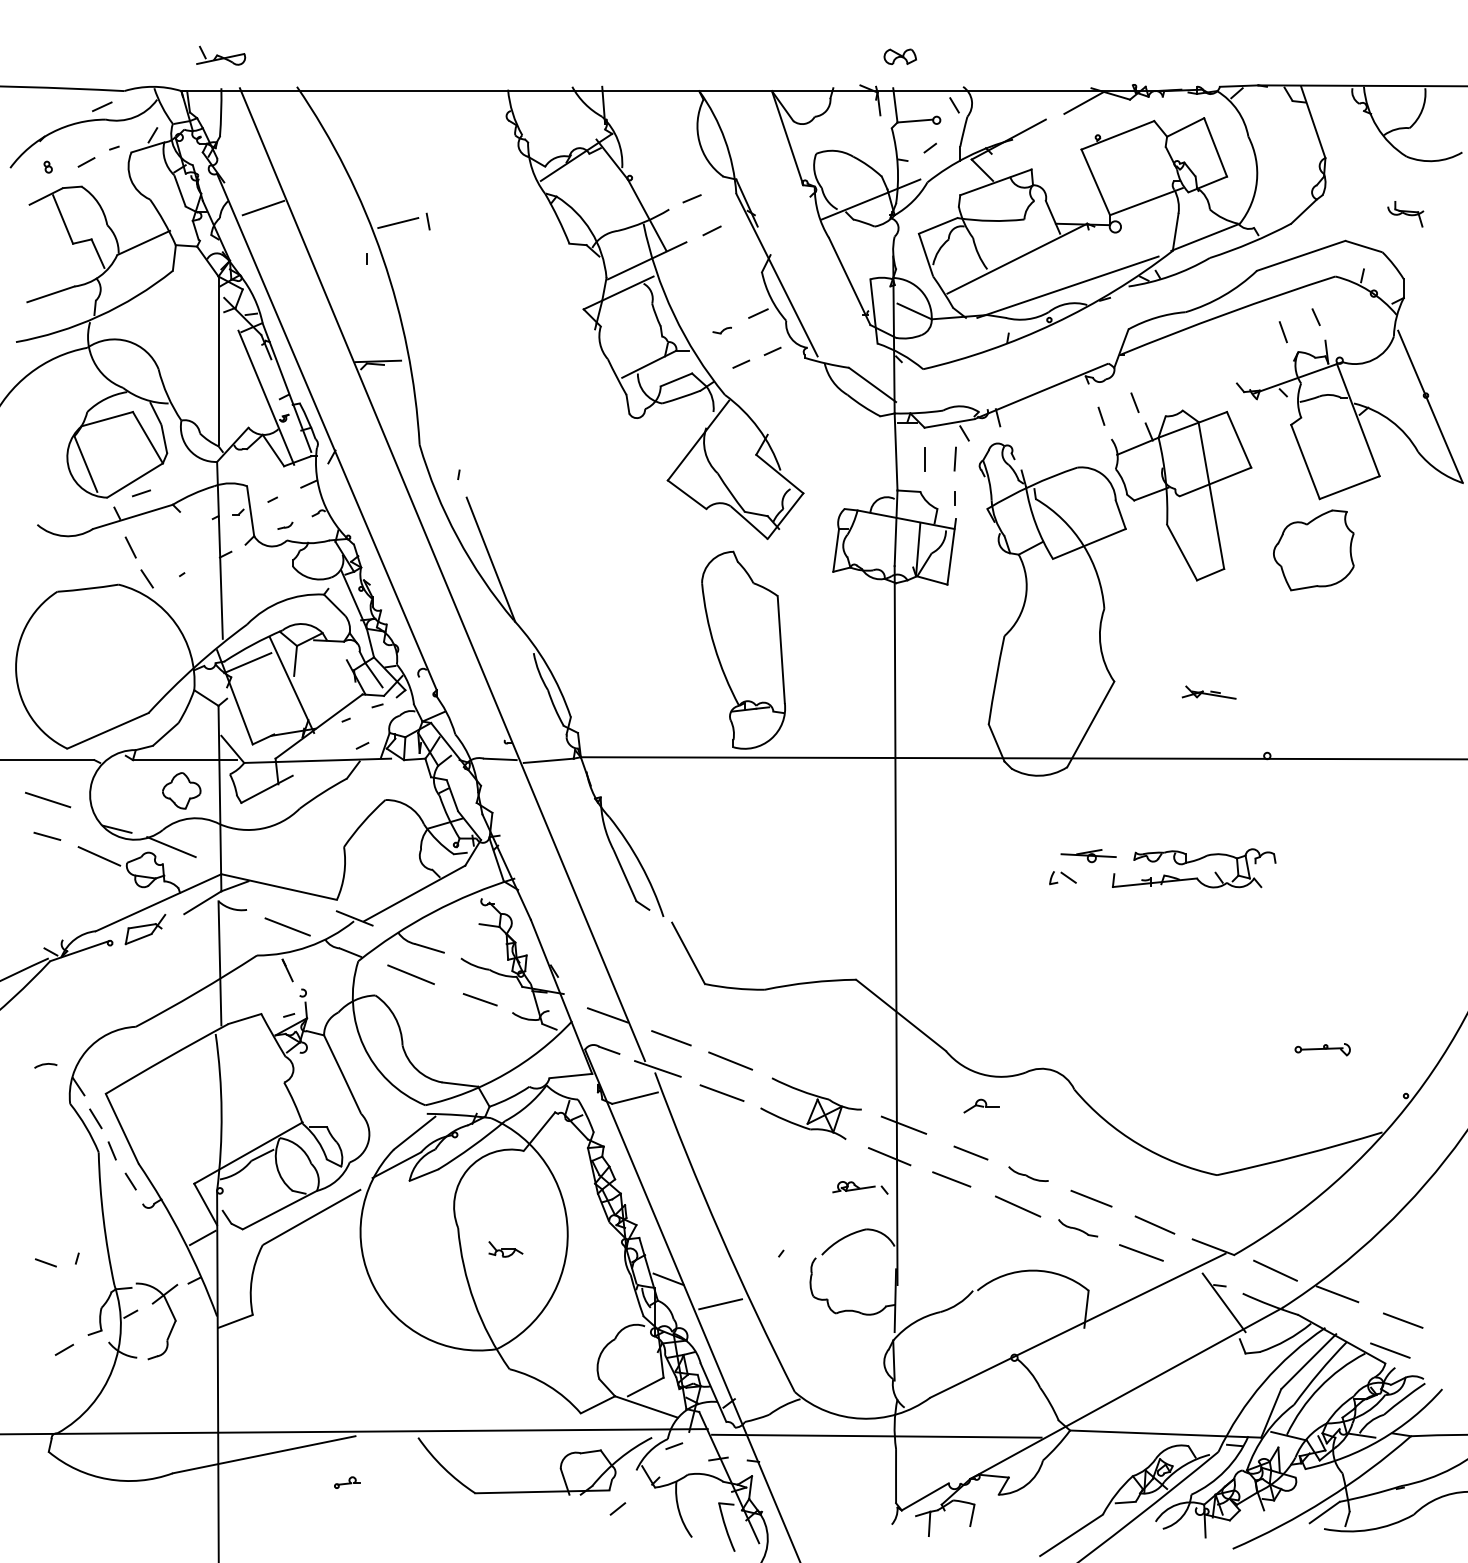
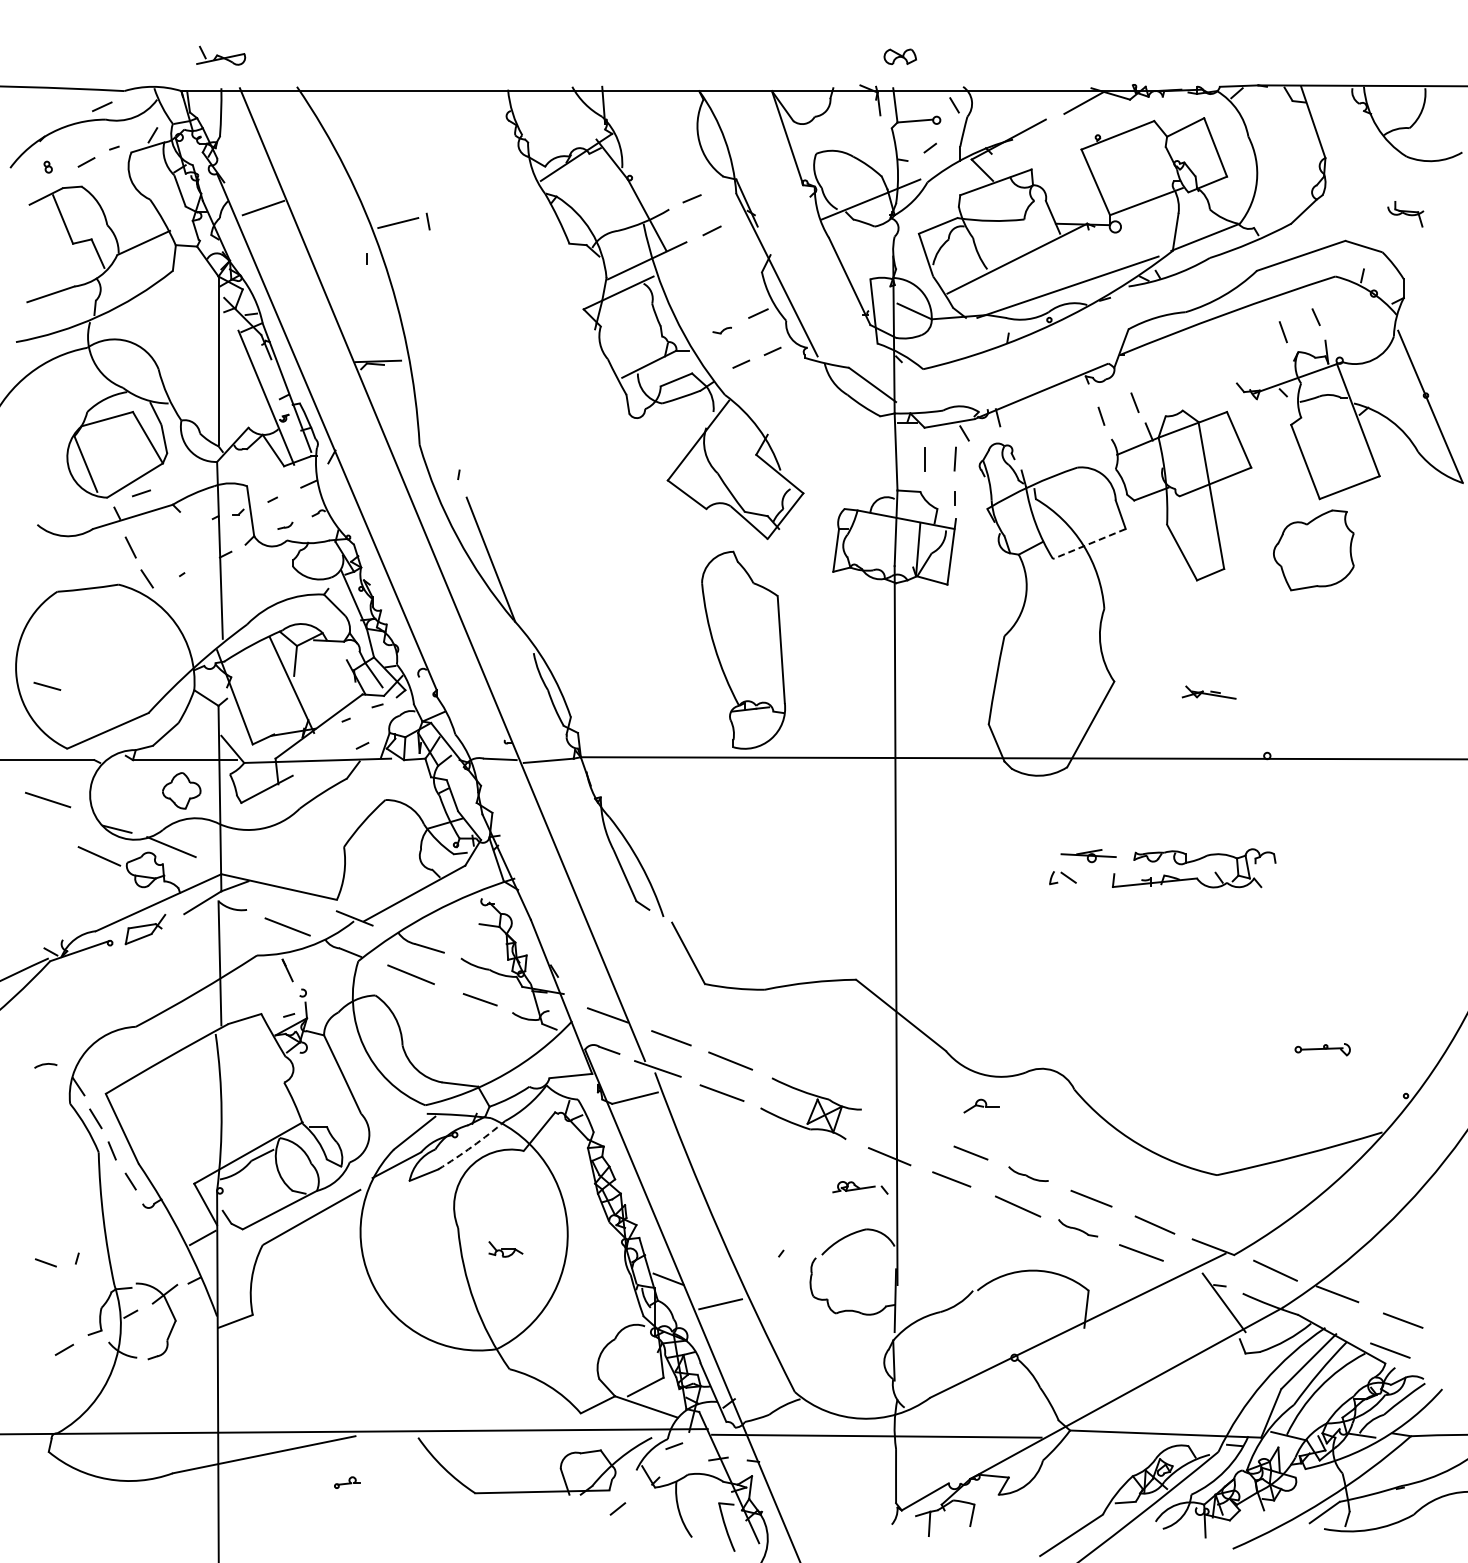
line at (1088, 544): solid -> dashed
line at (247, 663): present -> none
line at (47, 835) position: (47, 835) -> (47, 685)
line at (903, 1124): present -> none
arc at (472, 1146): solid -> dashed
